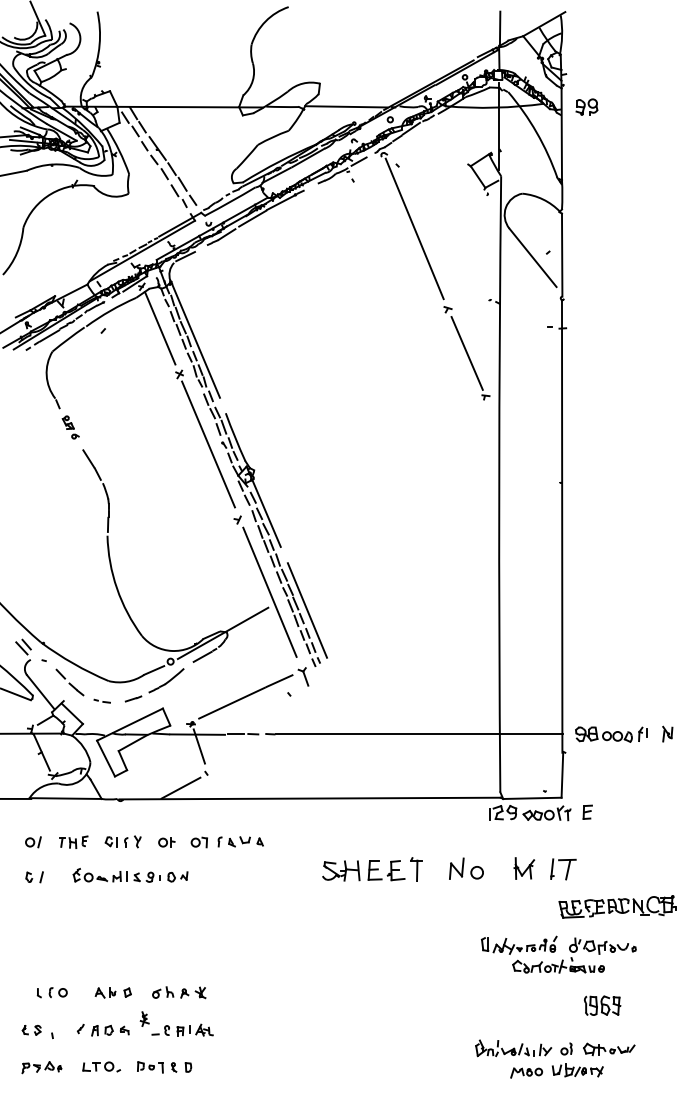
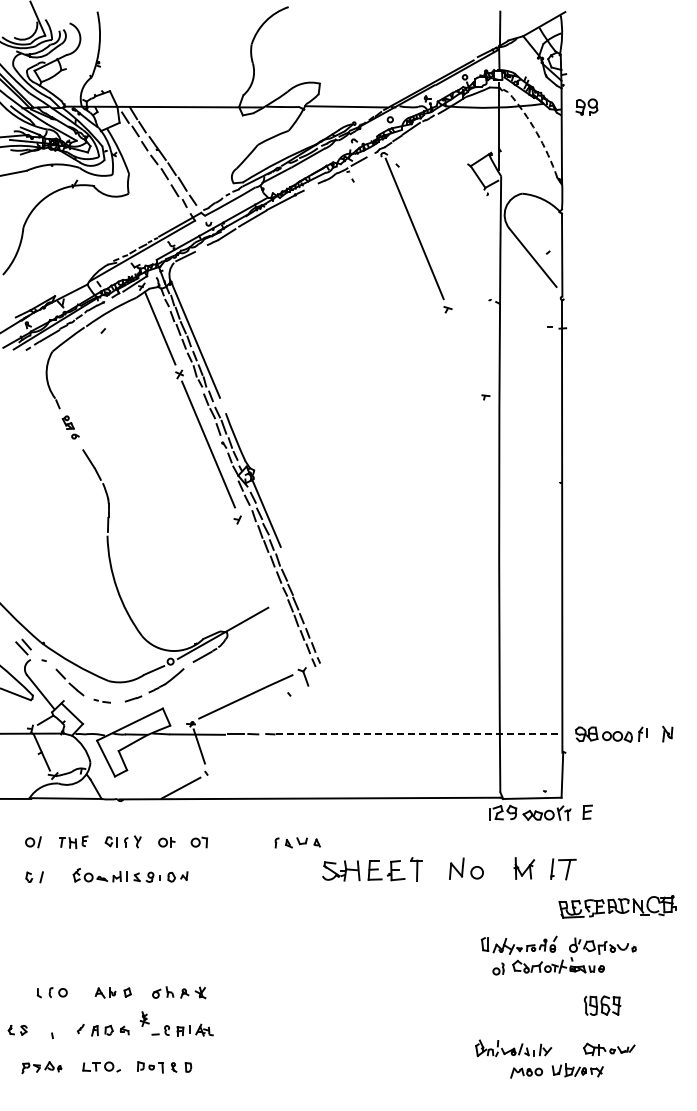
arc at (536, 132): solid -> dashed
line at (466, 353): present -> none
line at (269, 591): present -> none
line at (307, 610): present -> none
line at (419, 734): solid -> dashed
part at (240, 841) position: (240, 841) -> (297, 842)
part at (31, 1030) position: (31, 1030) -> (17, 1030)
part at (566, 1048) position: (566, 1048) -> (498, 968)
